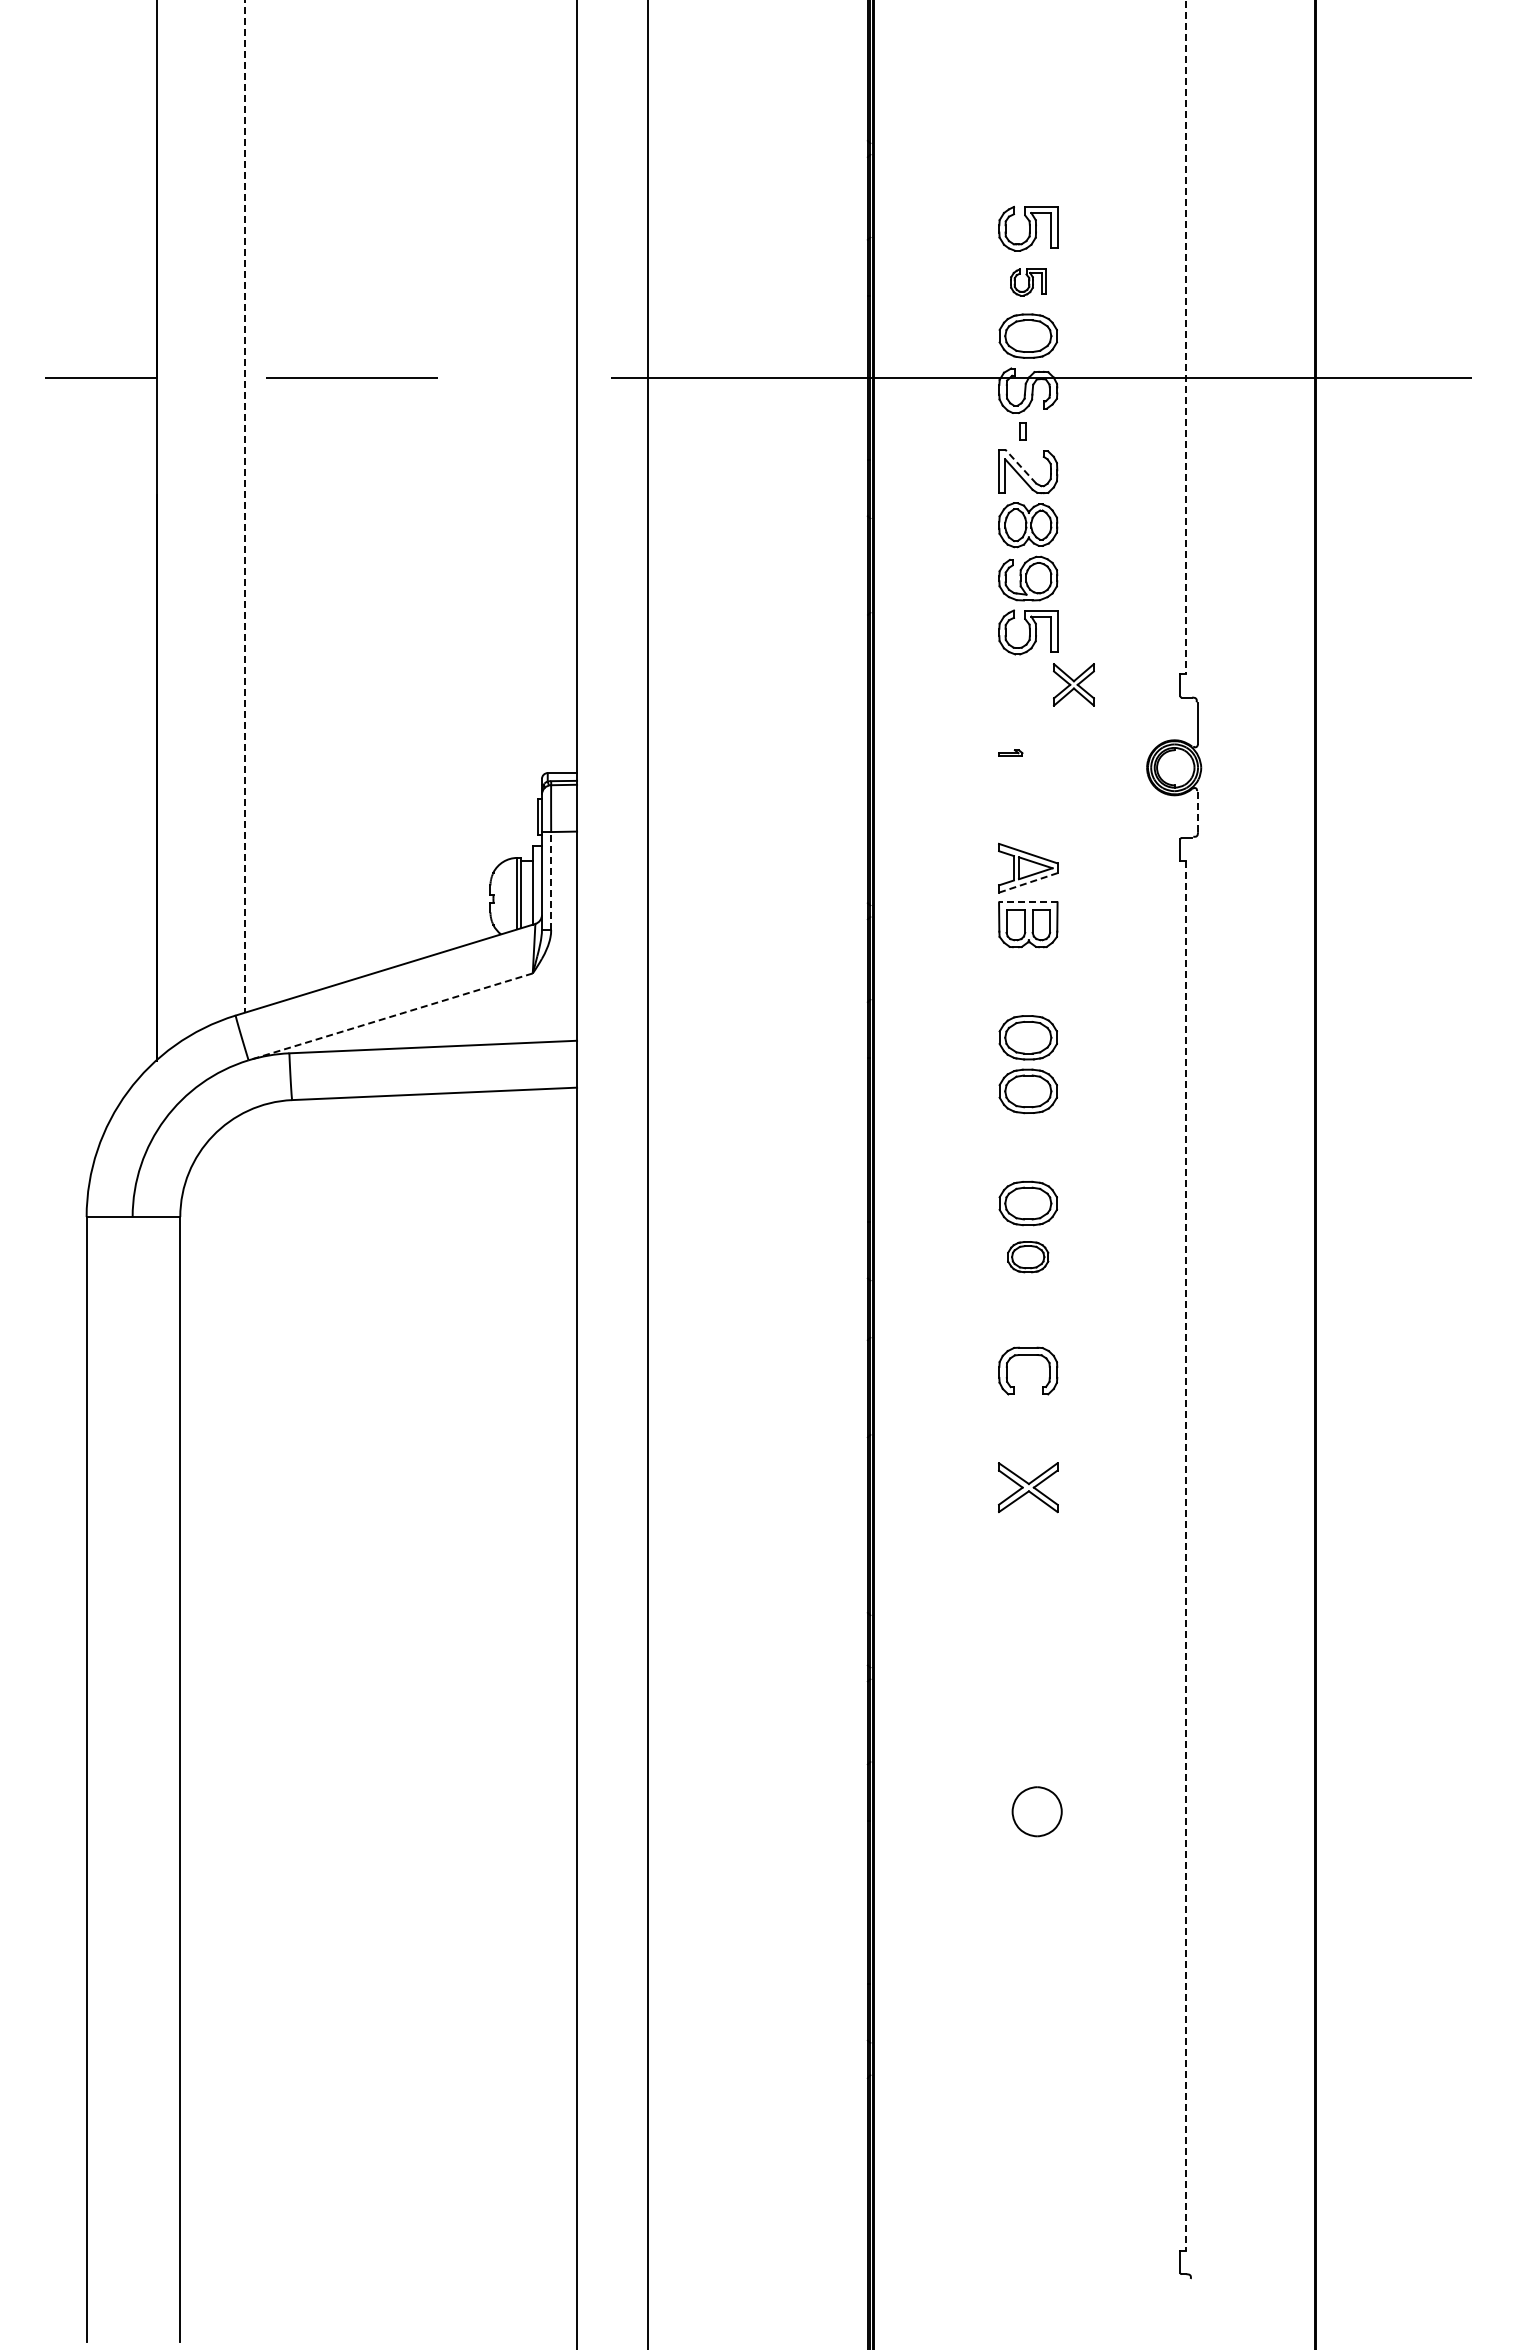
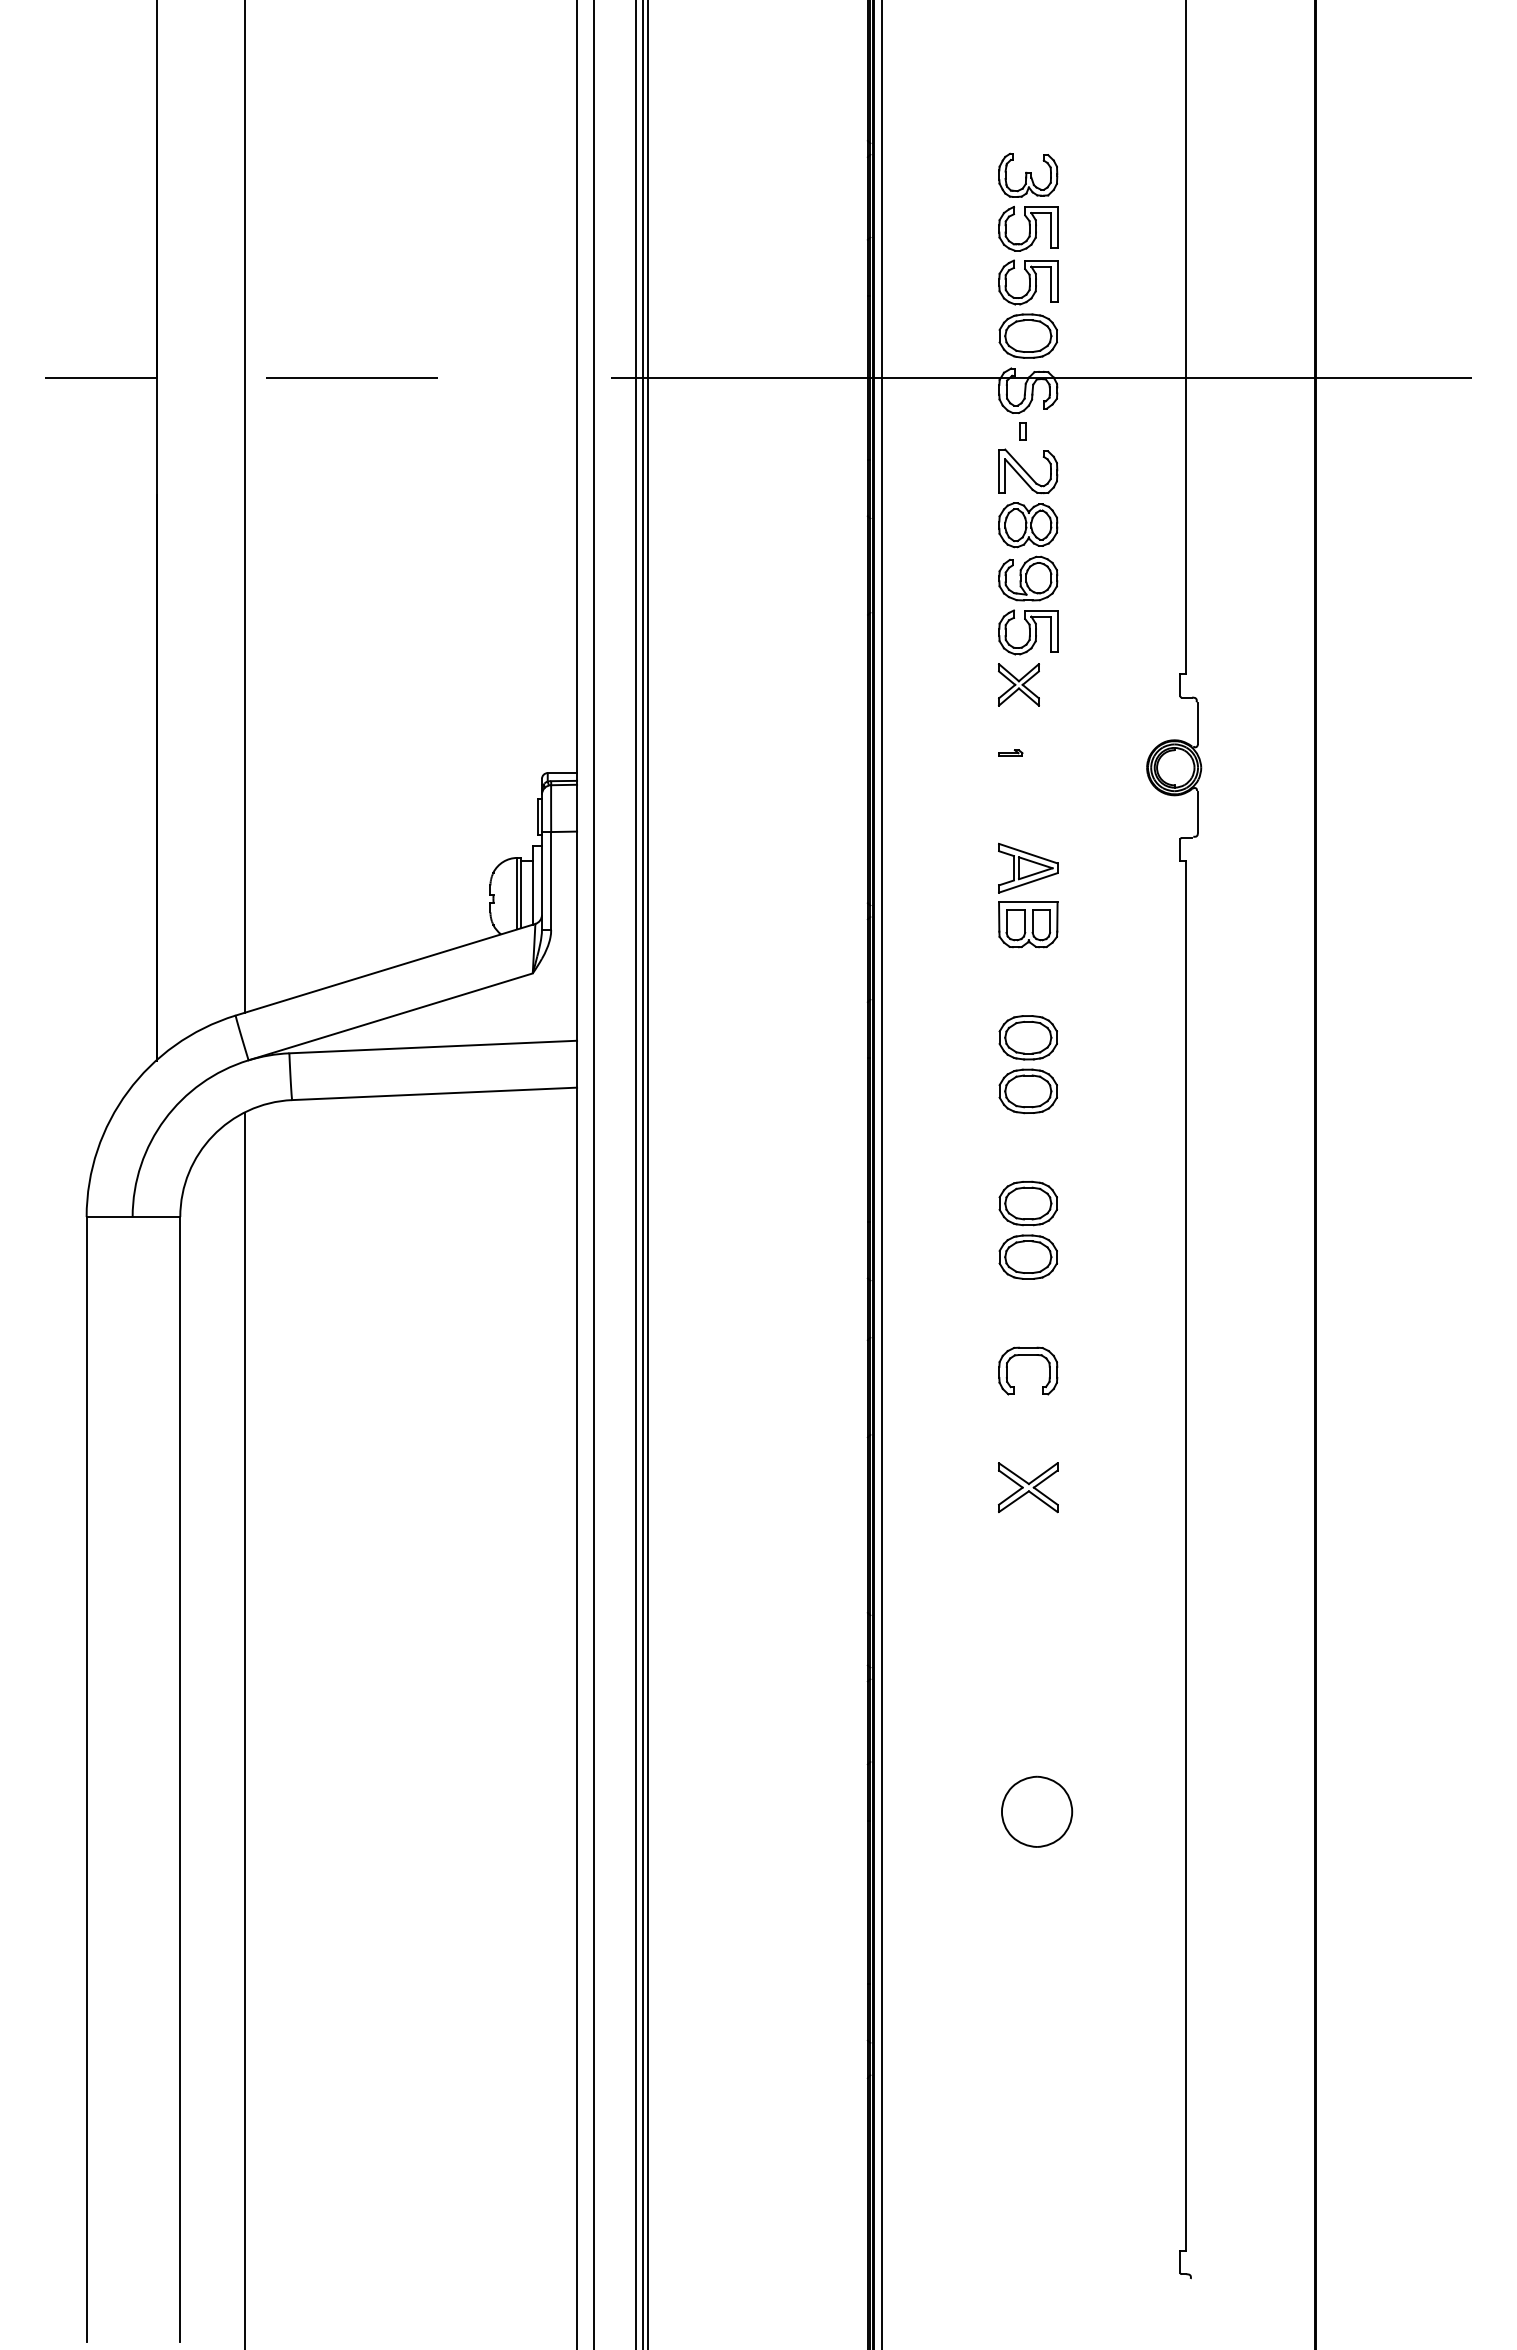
part at (1028, 174): none -> present
part at (1028, 282) size: 37x29 px -> 61x47 px
line at (1186, 337): dashed -> solid
line at (1020, 466): dashed -> solid
line at (245, 506): dashed -> solid
part at (1073, 684) position: (1073, 684) -> (1018, 684)
line at (1198, 812): dashed -> solid
line at (551, 880): dashed -> solid
line at (1028, 882): dashed -> solid
line at (1027, 902): dashed -> solid
line at (390, 1016): dashed -> solid
line at (594, 1174): none -> present
line at (635, 1174): none -> present
line at (642, 1174): none -> present
line at (882, 1174): none -> present
part at (1028, 1257) size: 43x33 px -> 60x46 px
line at (1186, 1556): dashed -> solid
line at (245, 1729): none -> present
part at (1036, 1811) size: 52x52 px -> 73x73 px
